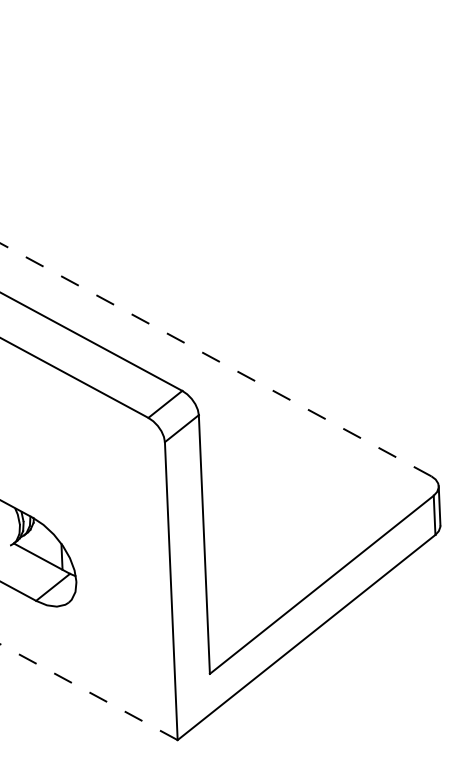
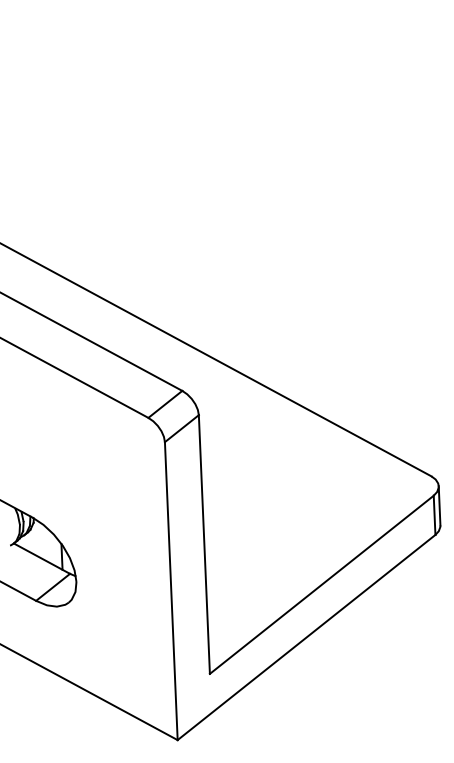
line at (215, 359): dashed -> solid
line at (88, 692): dashed -> solid
